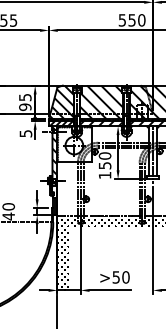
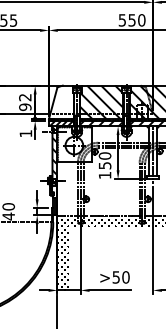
text at (25, 97): 95 -> 92
hatch at (61, 102): present -> none
text at (25, 133): 5 -> 1
